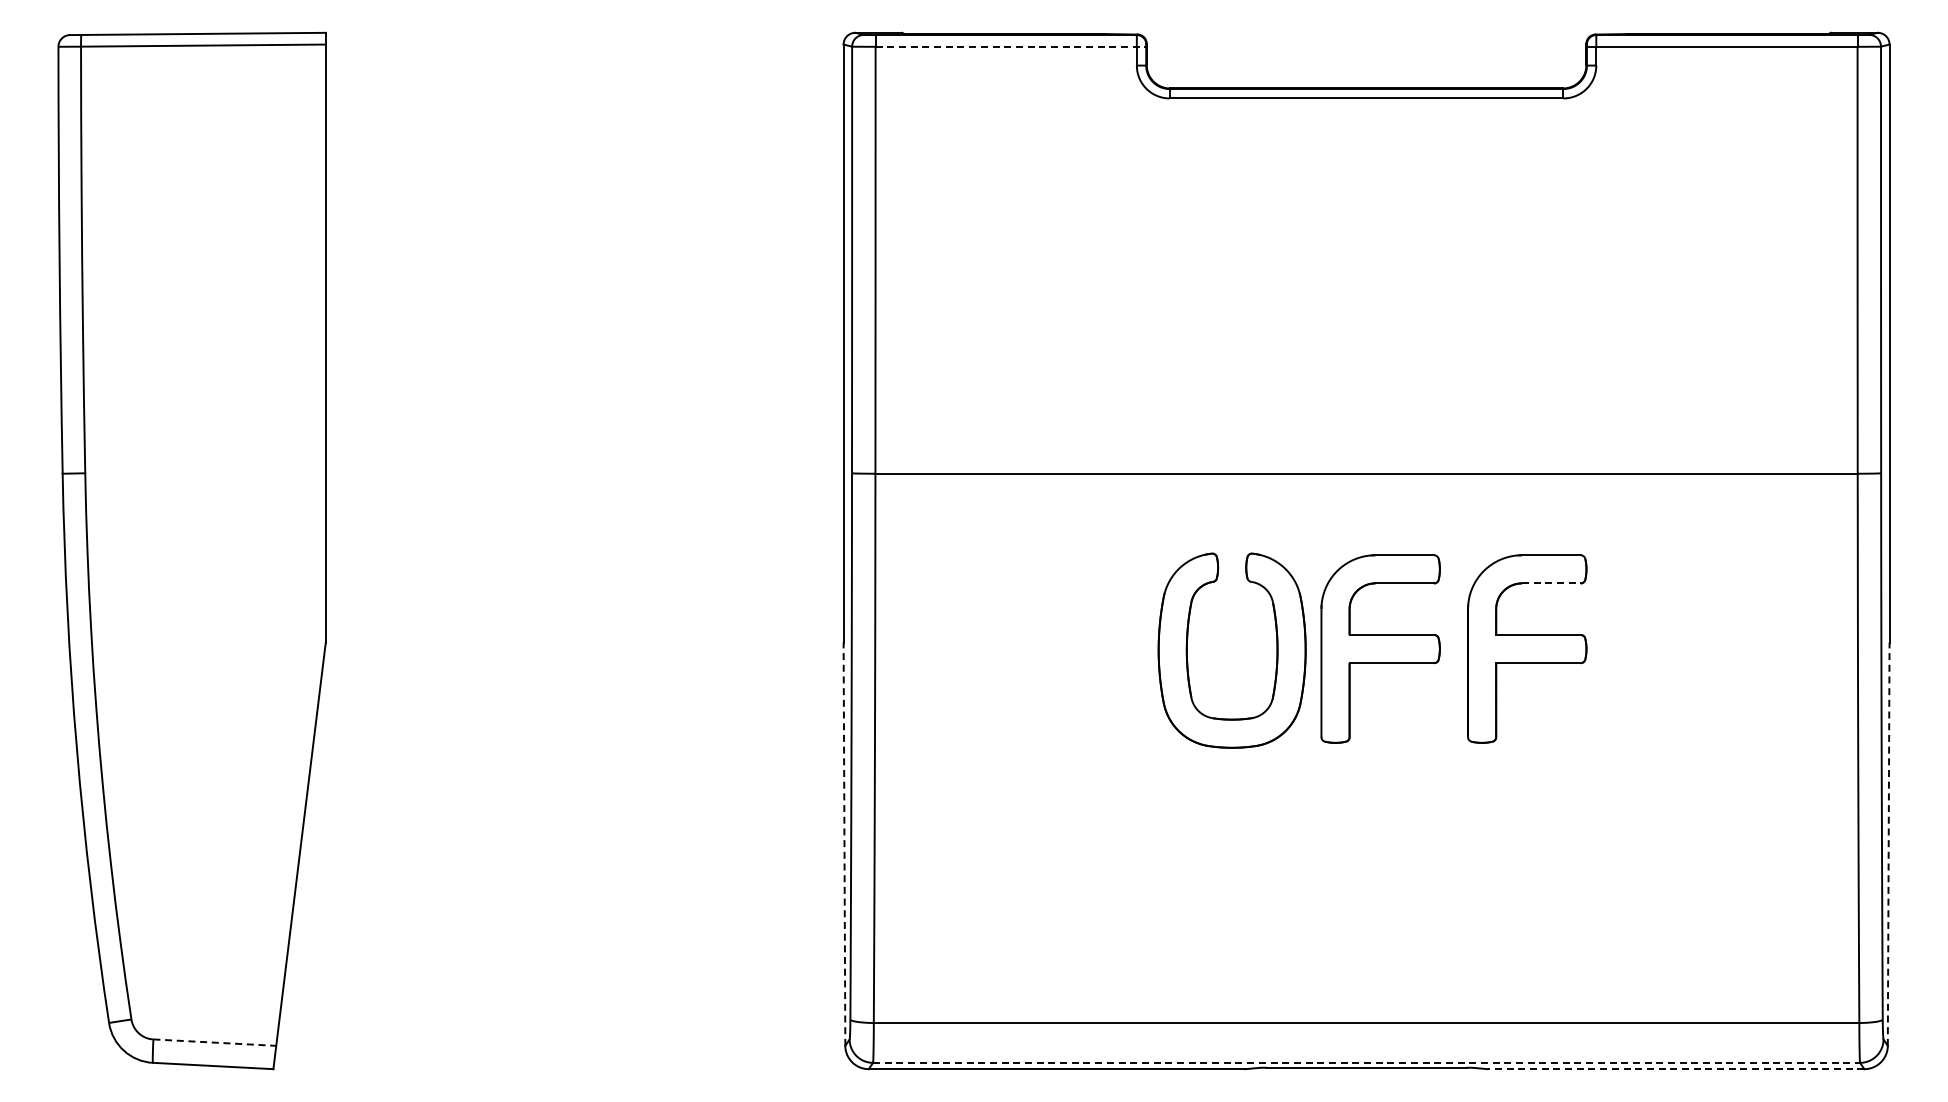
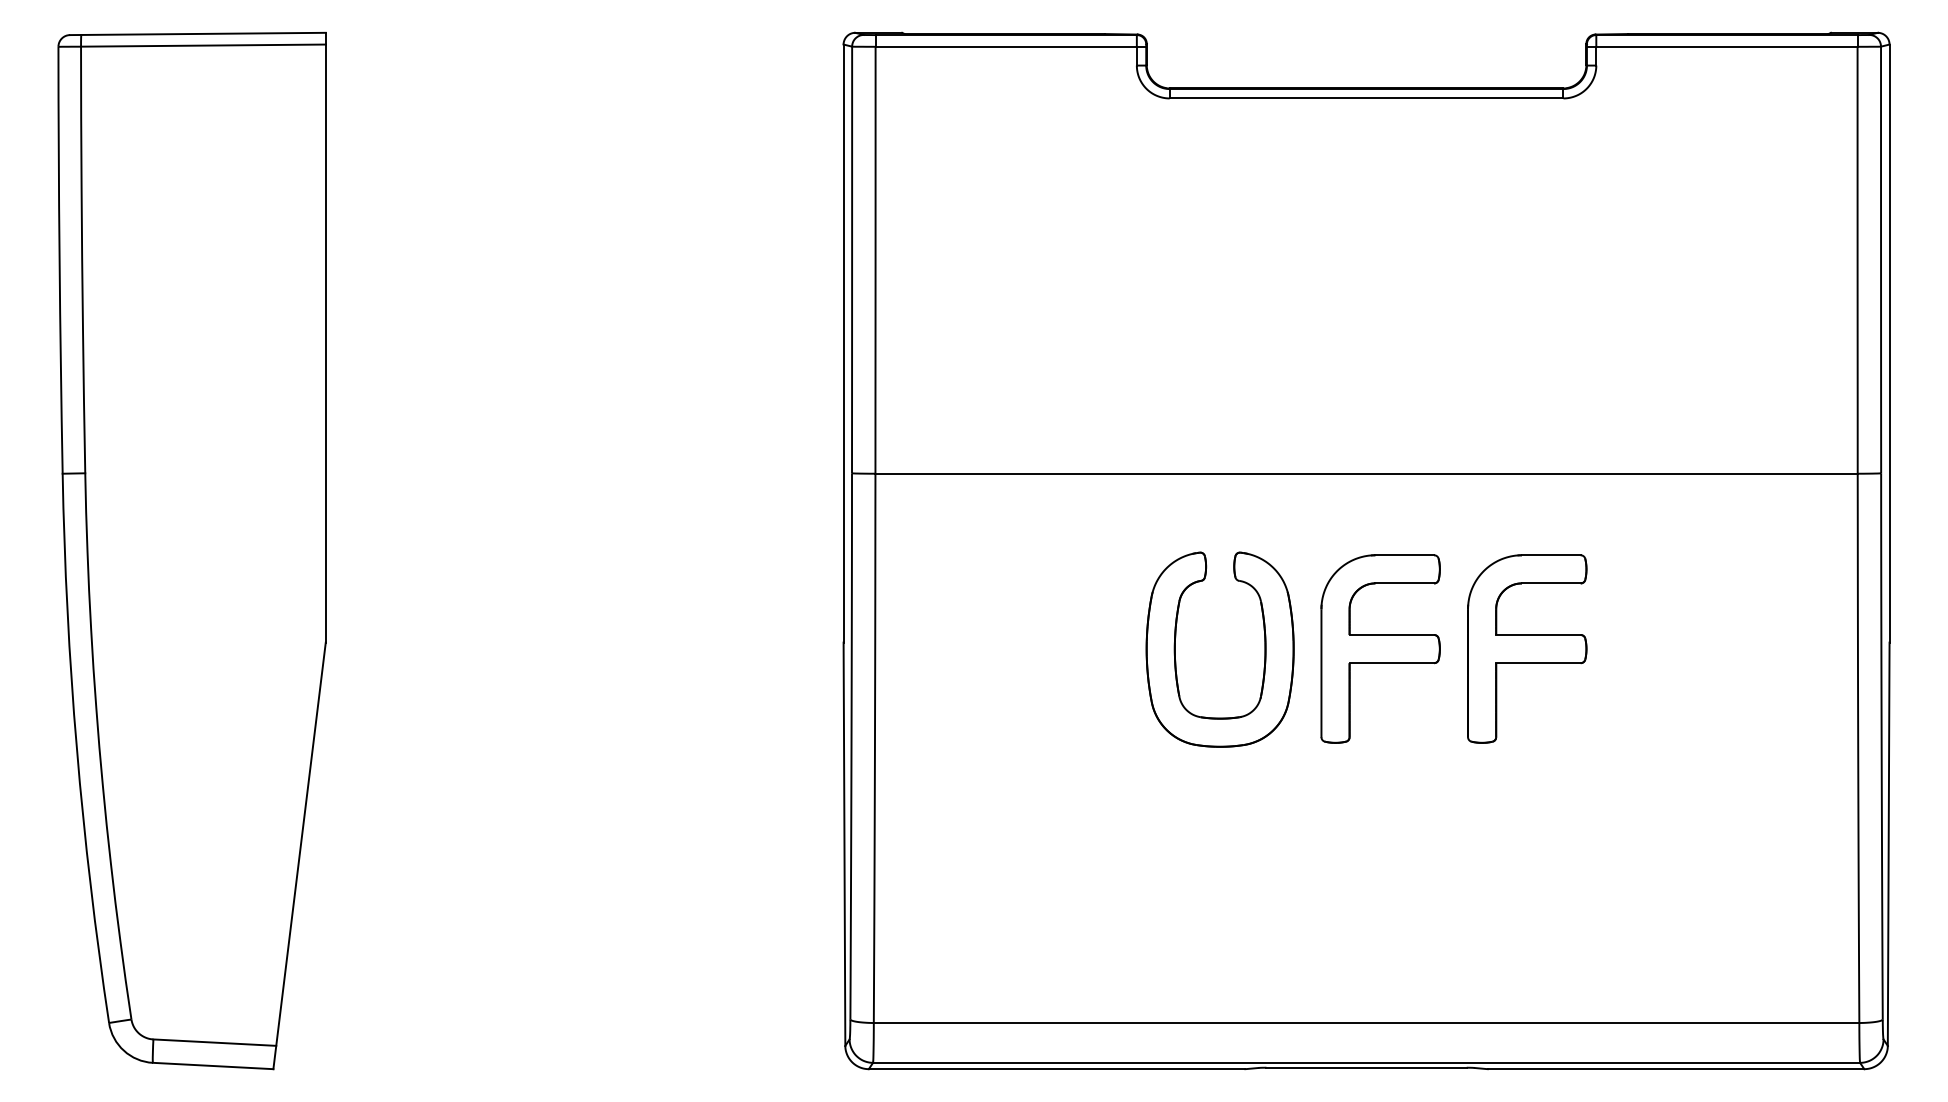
line at (1011, 46): dashed -> solid
line at (1551, 583): dashed -> solid
part at (1187, 650) position: (1187, 650) -> (1175, 649)
line at (844, 844): dashed -> solid
line at (1888, 844): dashed -> solid
line at (214, 1042): dashed -> solid
line at (1366, 1062): dashed -> solid
line at (1675, 1069): dashed -> solid
